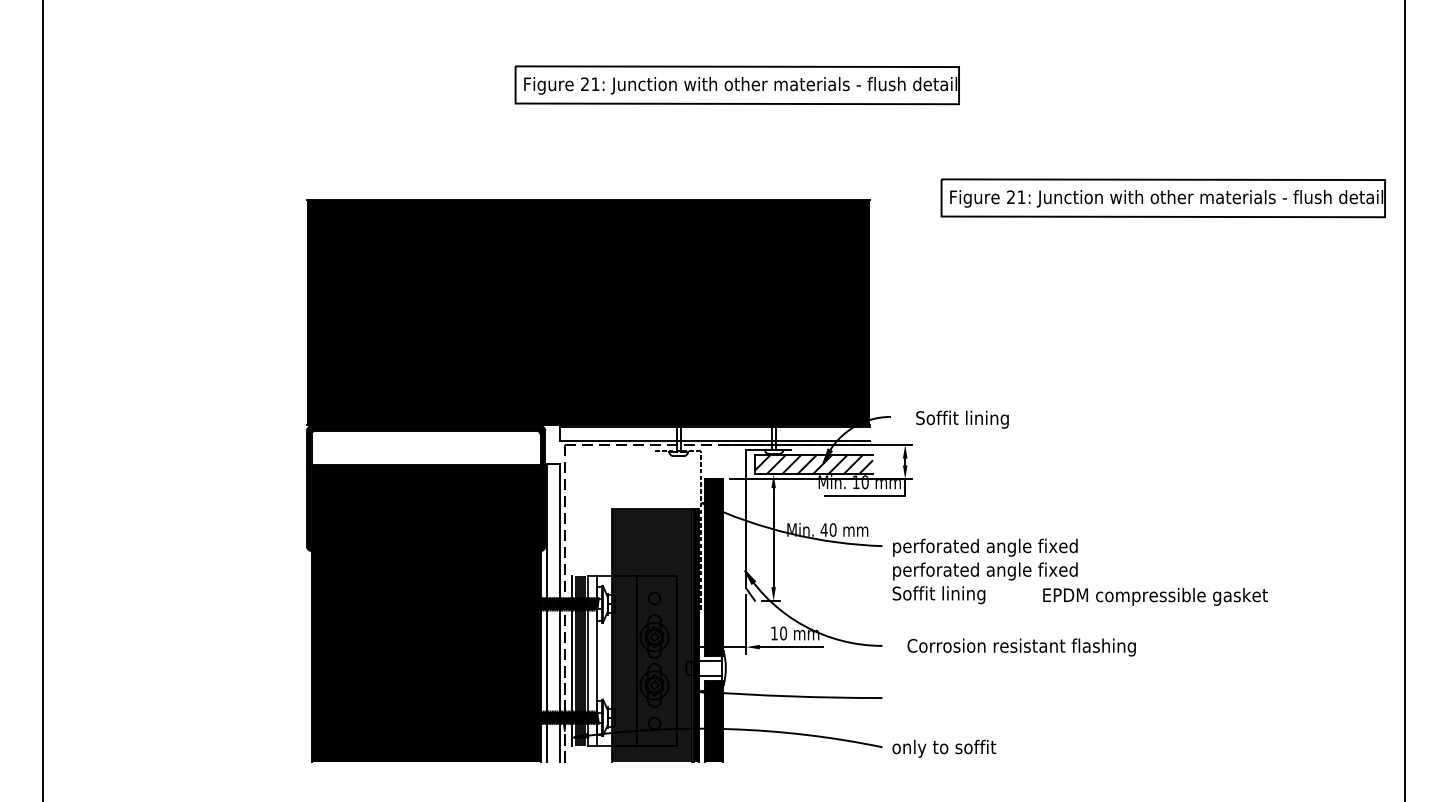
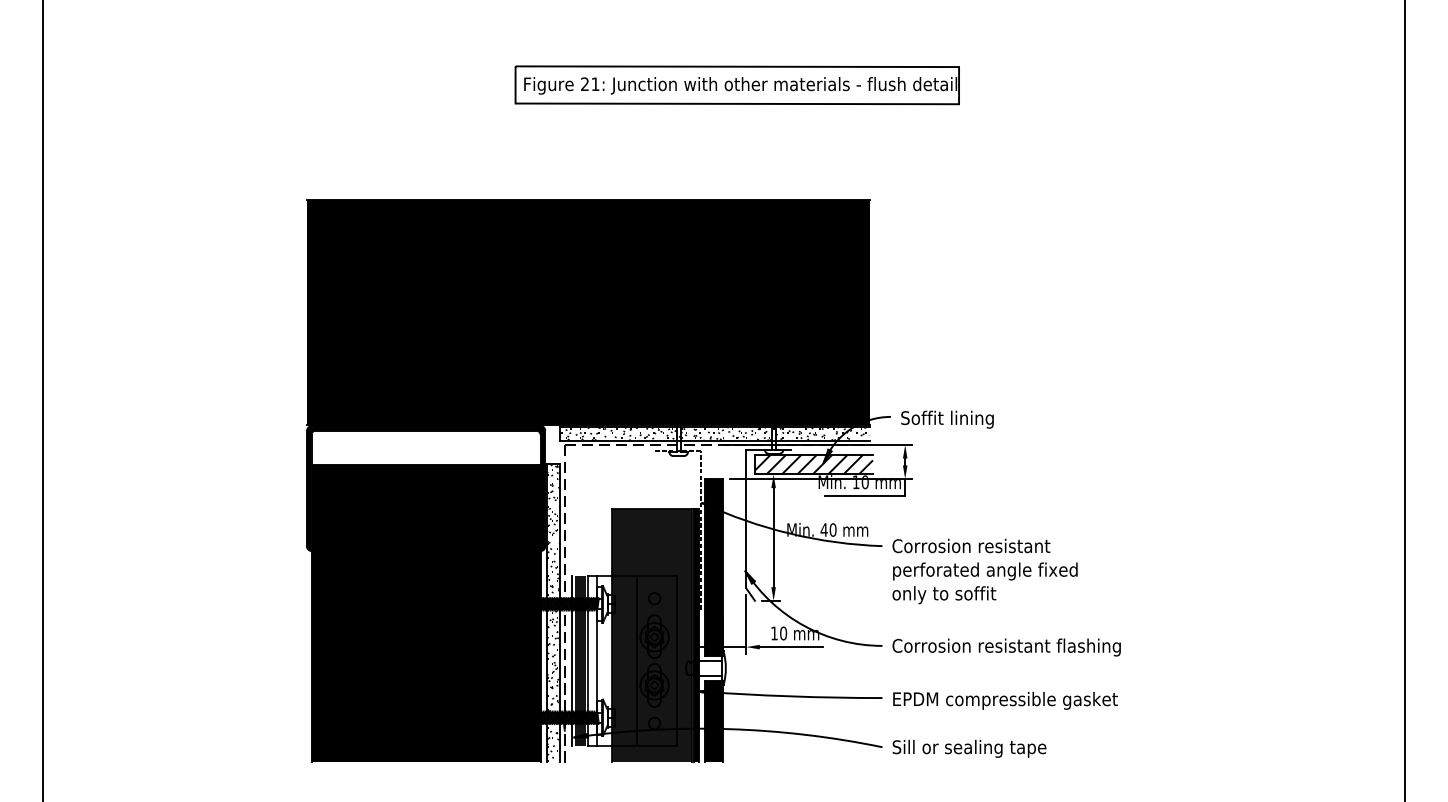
part at (1162, 198): present -> none
text at (962, 419) position: (962, 419) -> (947, 419)
hatch at (714, 433): none -> present
text at (984, 547): perforated angle fixed -> Corrosion resistant
text at (944, 595): Soffit lining -> only to soffit
text at (1155, 596) position: (1155, 596) -> (1005, 700)
hatch at (553, 612): none -> present
text at (1021, 647) position: (1021, 647) -> (1006, 647)
text at (969, 748): only to soffit -> Sill or sealing tape
